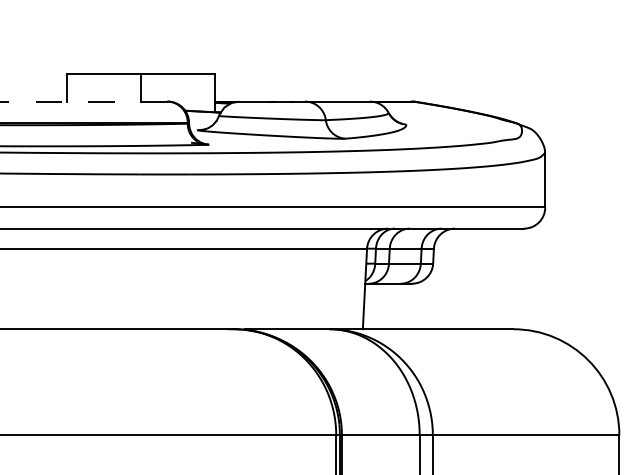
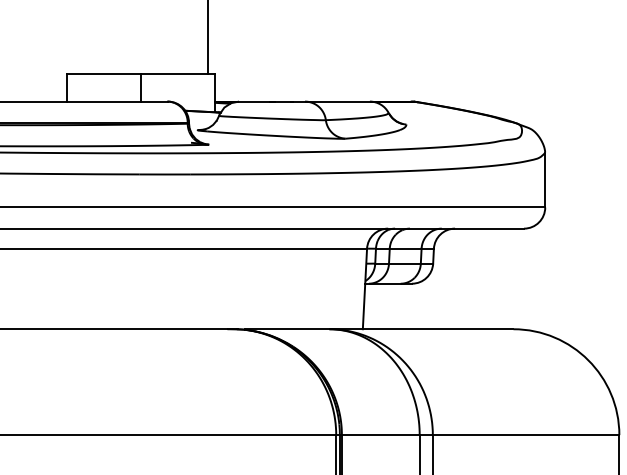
line at (208, 38): none -> present
line at (83, 101): dashed -> solid
